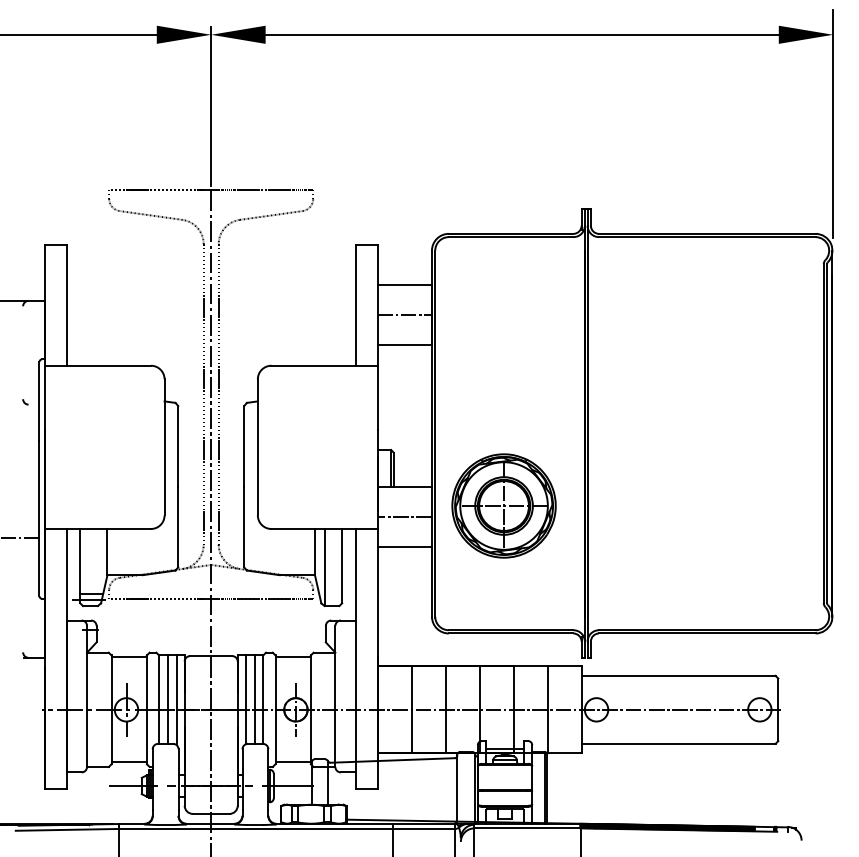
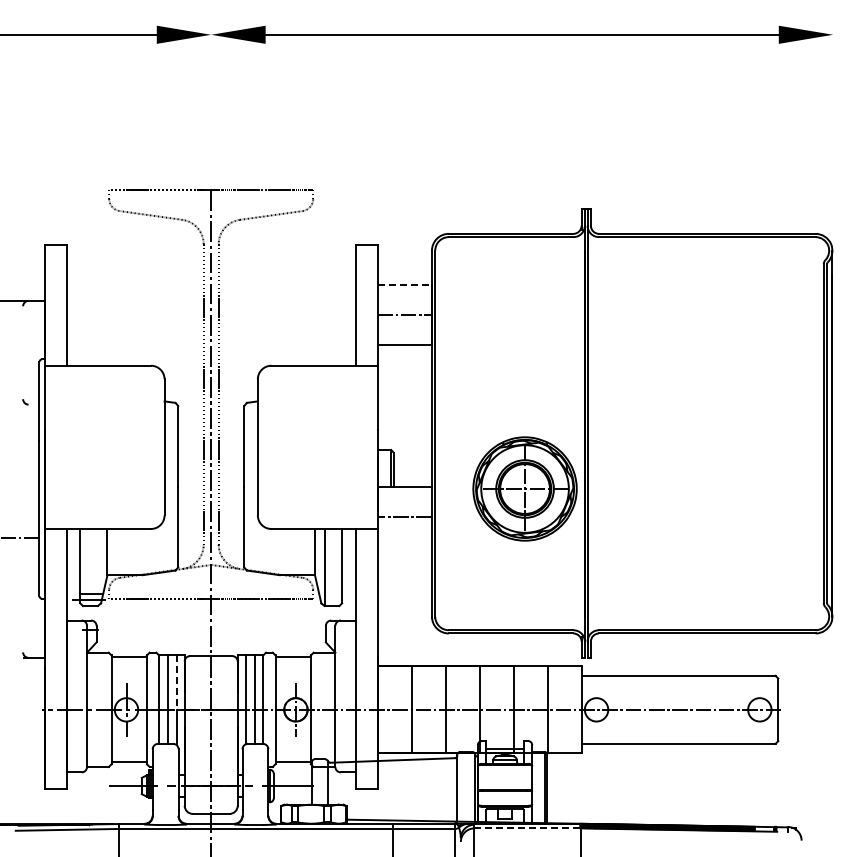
line at (211, 106): present -> none
line at (833, 124): present -> none
line at (405, 285): solid -> dashed
part at (503, 505) position: (503, 505) -> (524, 488)
line at (404, 546): present -> none
line at (176, 683): solid -> dashed
line at (527, 828): solid -> dashed
